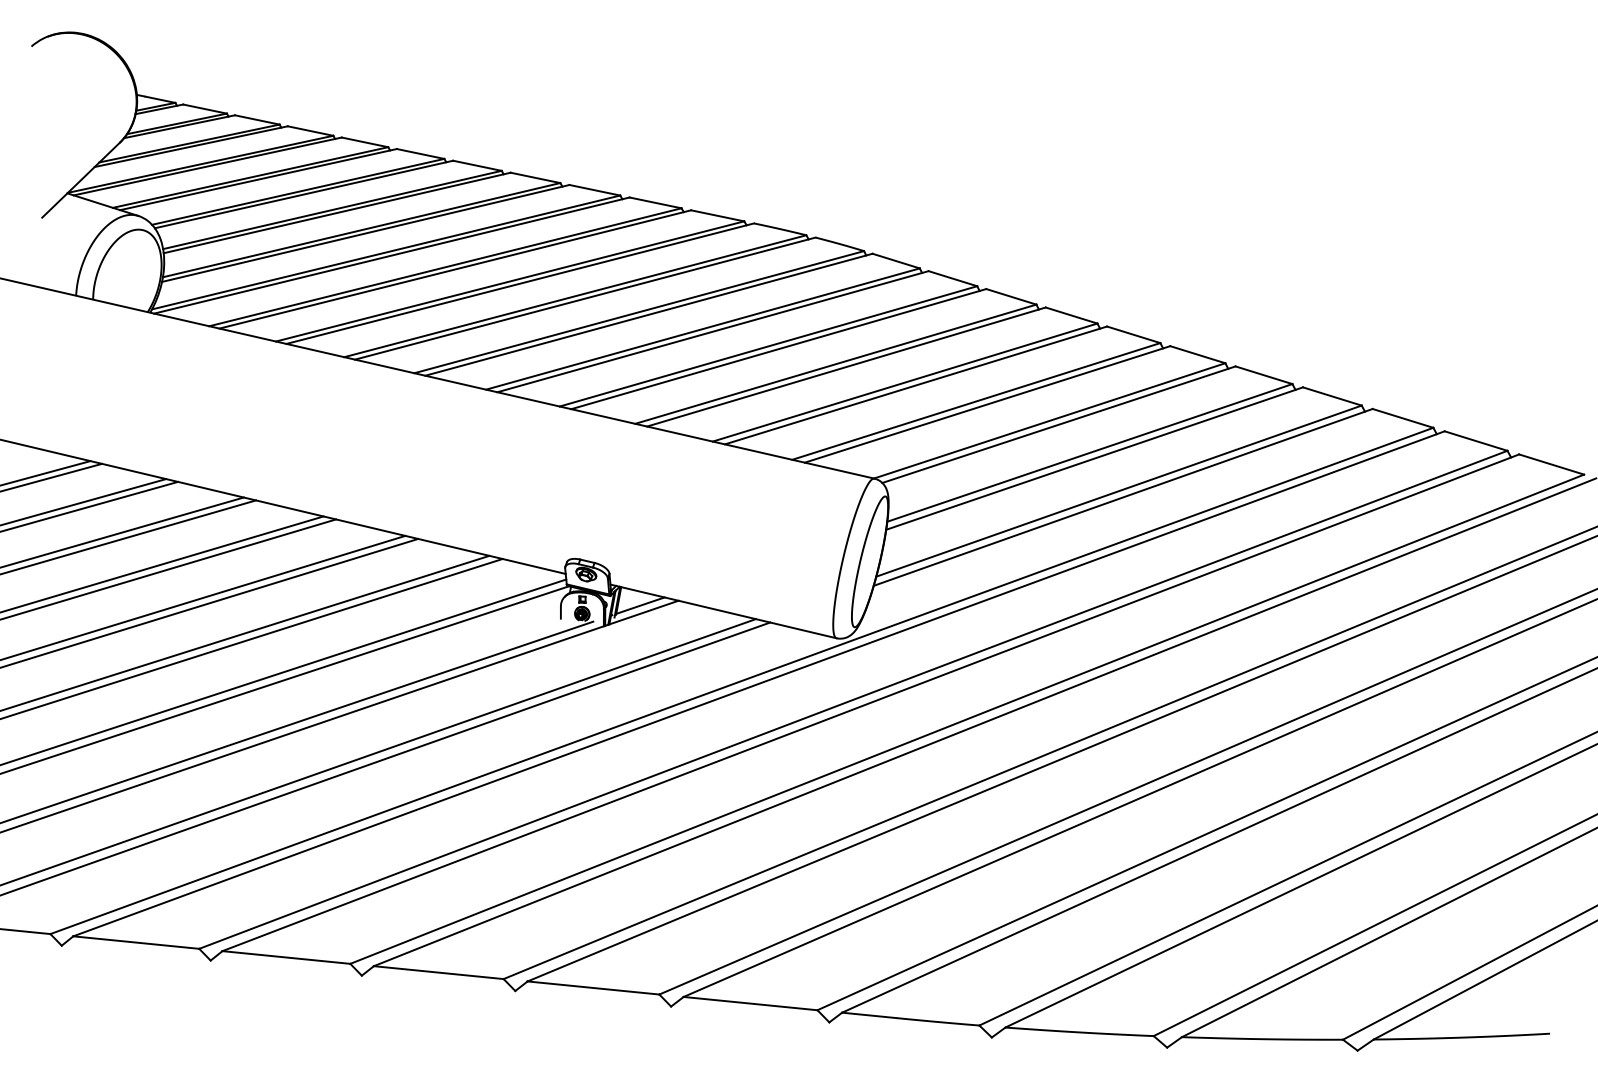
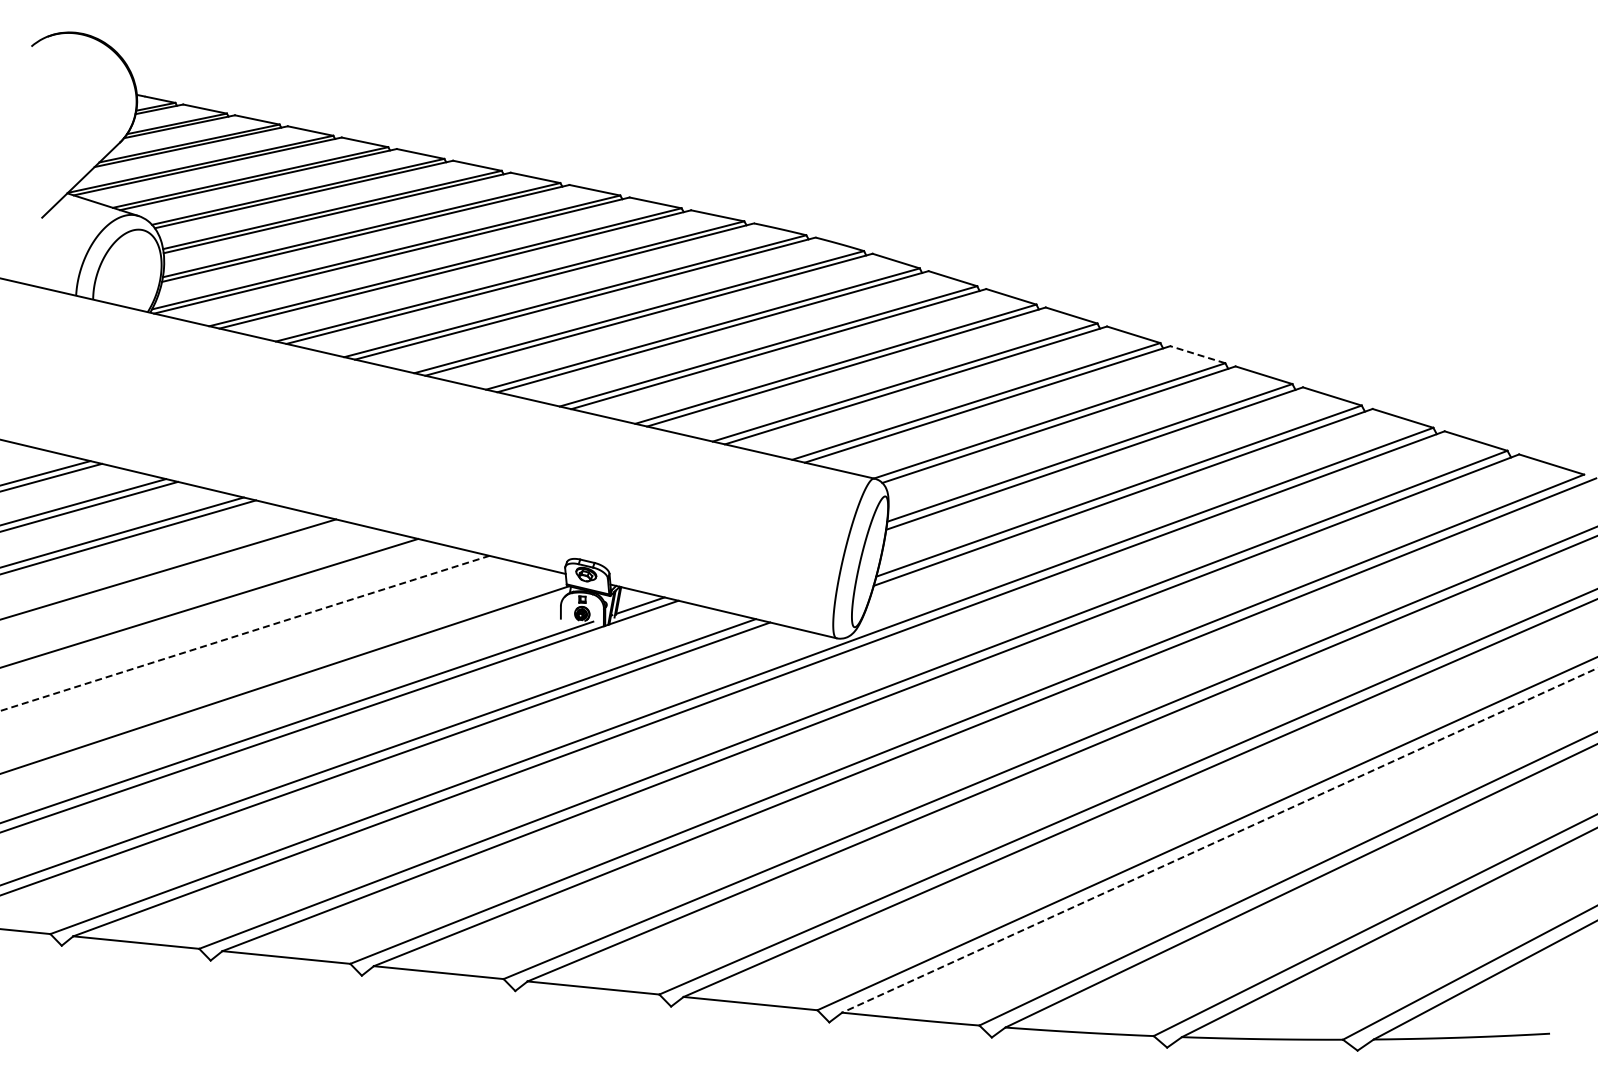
line at (1197, 354): solid -> dashed
line at (162, 563): present -> none
line at (203, 597): present -> none
line at (245, 633): solid -> dashed
line at (252, 638): present -> none
line at (284, 671): present -> none
line at (1219, 840): solid -> dashed
